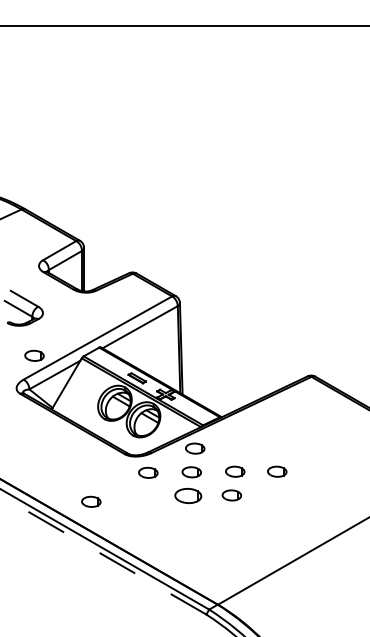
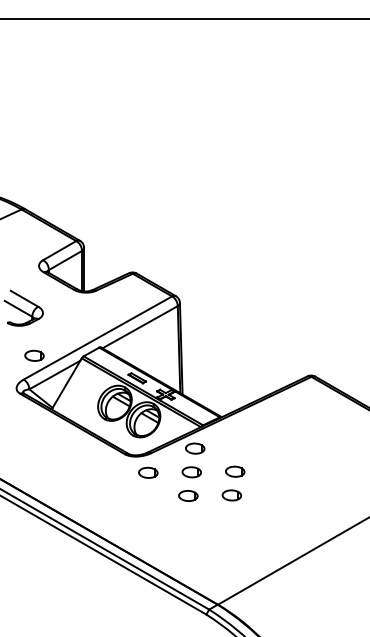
line at (184, 26) position: (184, 26) -> (184, 19)
part at (277, 471): present -> none
part at (188, 495) size: 29x17 px -> 21x12 px
part at (91, 501): present -> none
line at (103, 555): dashed -> solid
